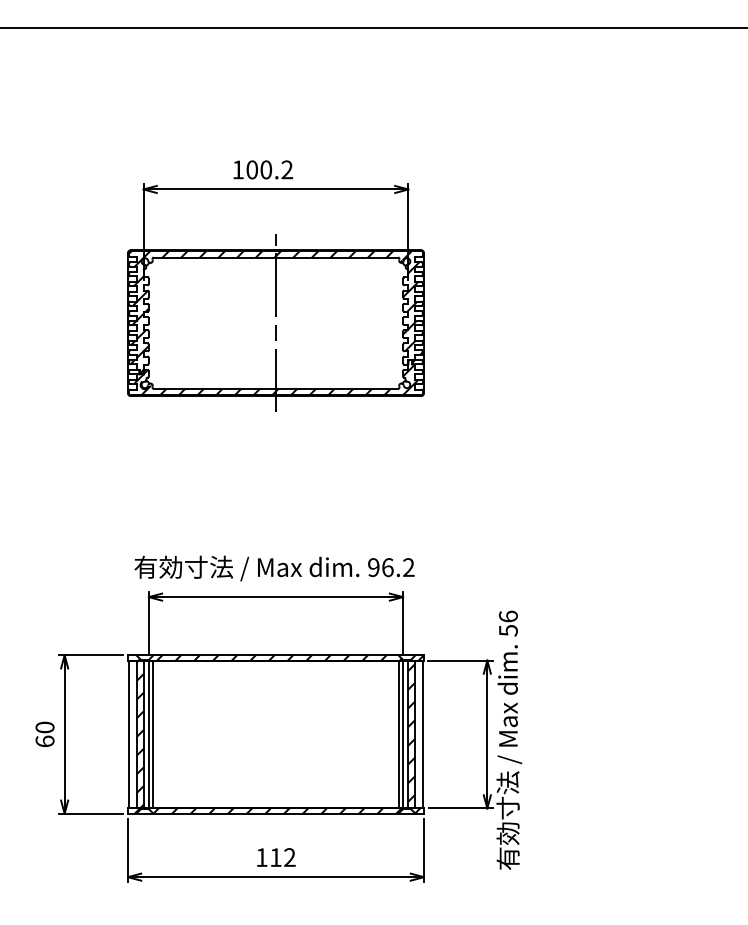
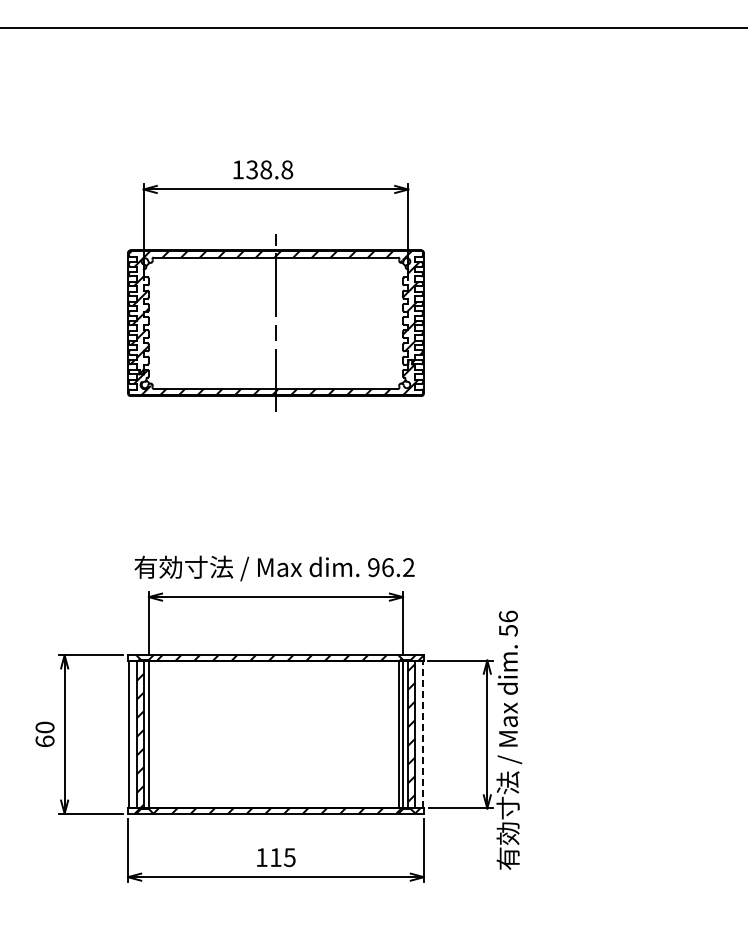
text at (269, 169): 100.2 -> 138.8
line at (152, 734): present -> none
line at (422, 734): solid -> dashed
text at (289, 857): 112 -> 115
